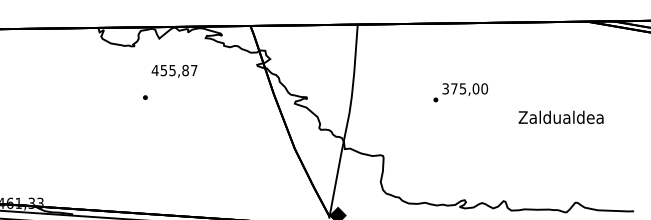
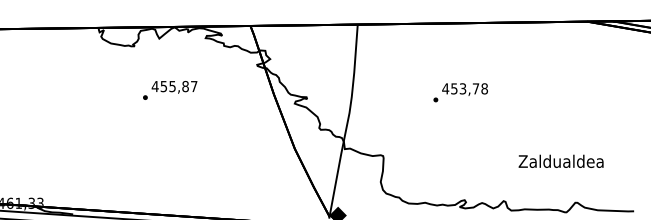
text at (174, 71) position: (174, 71) -> (174, 87)
text at (465, 88): 375,00 -> 453,78
text at (560, 116) position: (560, 116) -> (560, 160)
